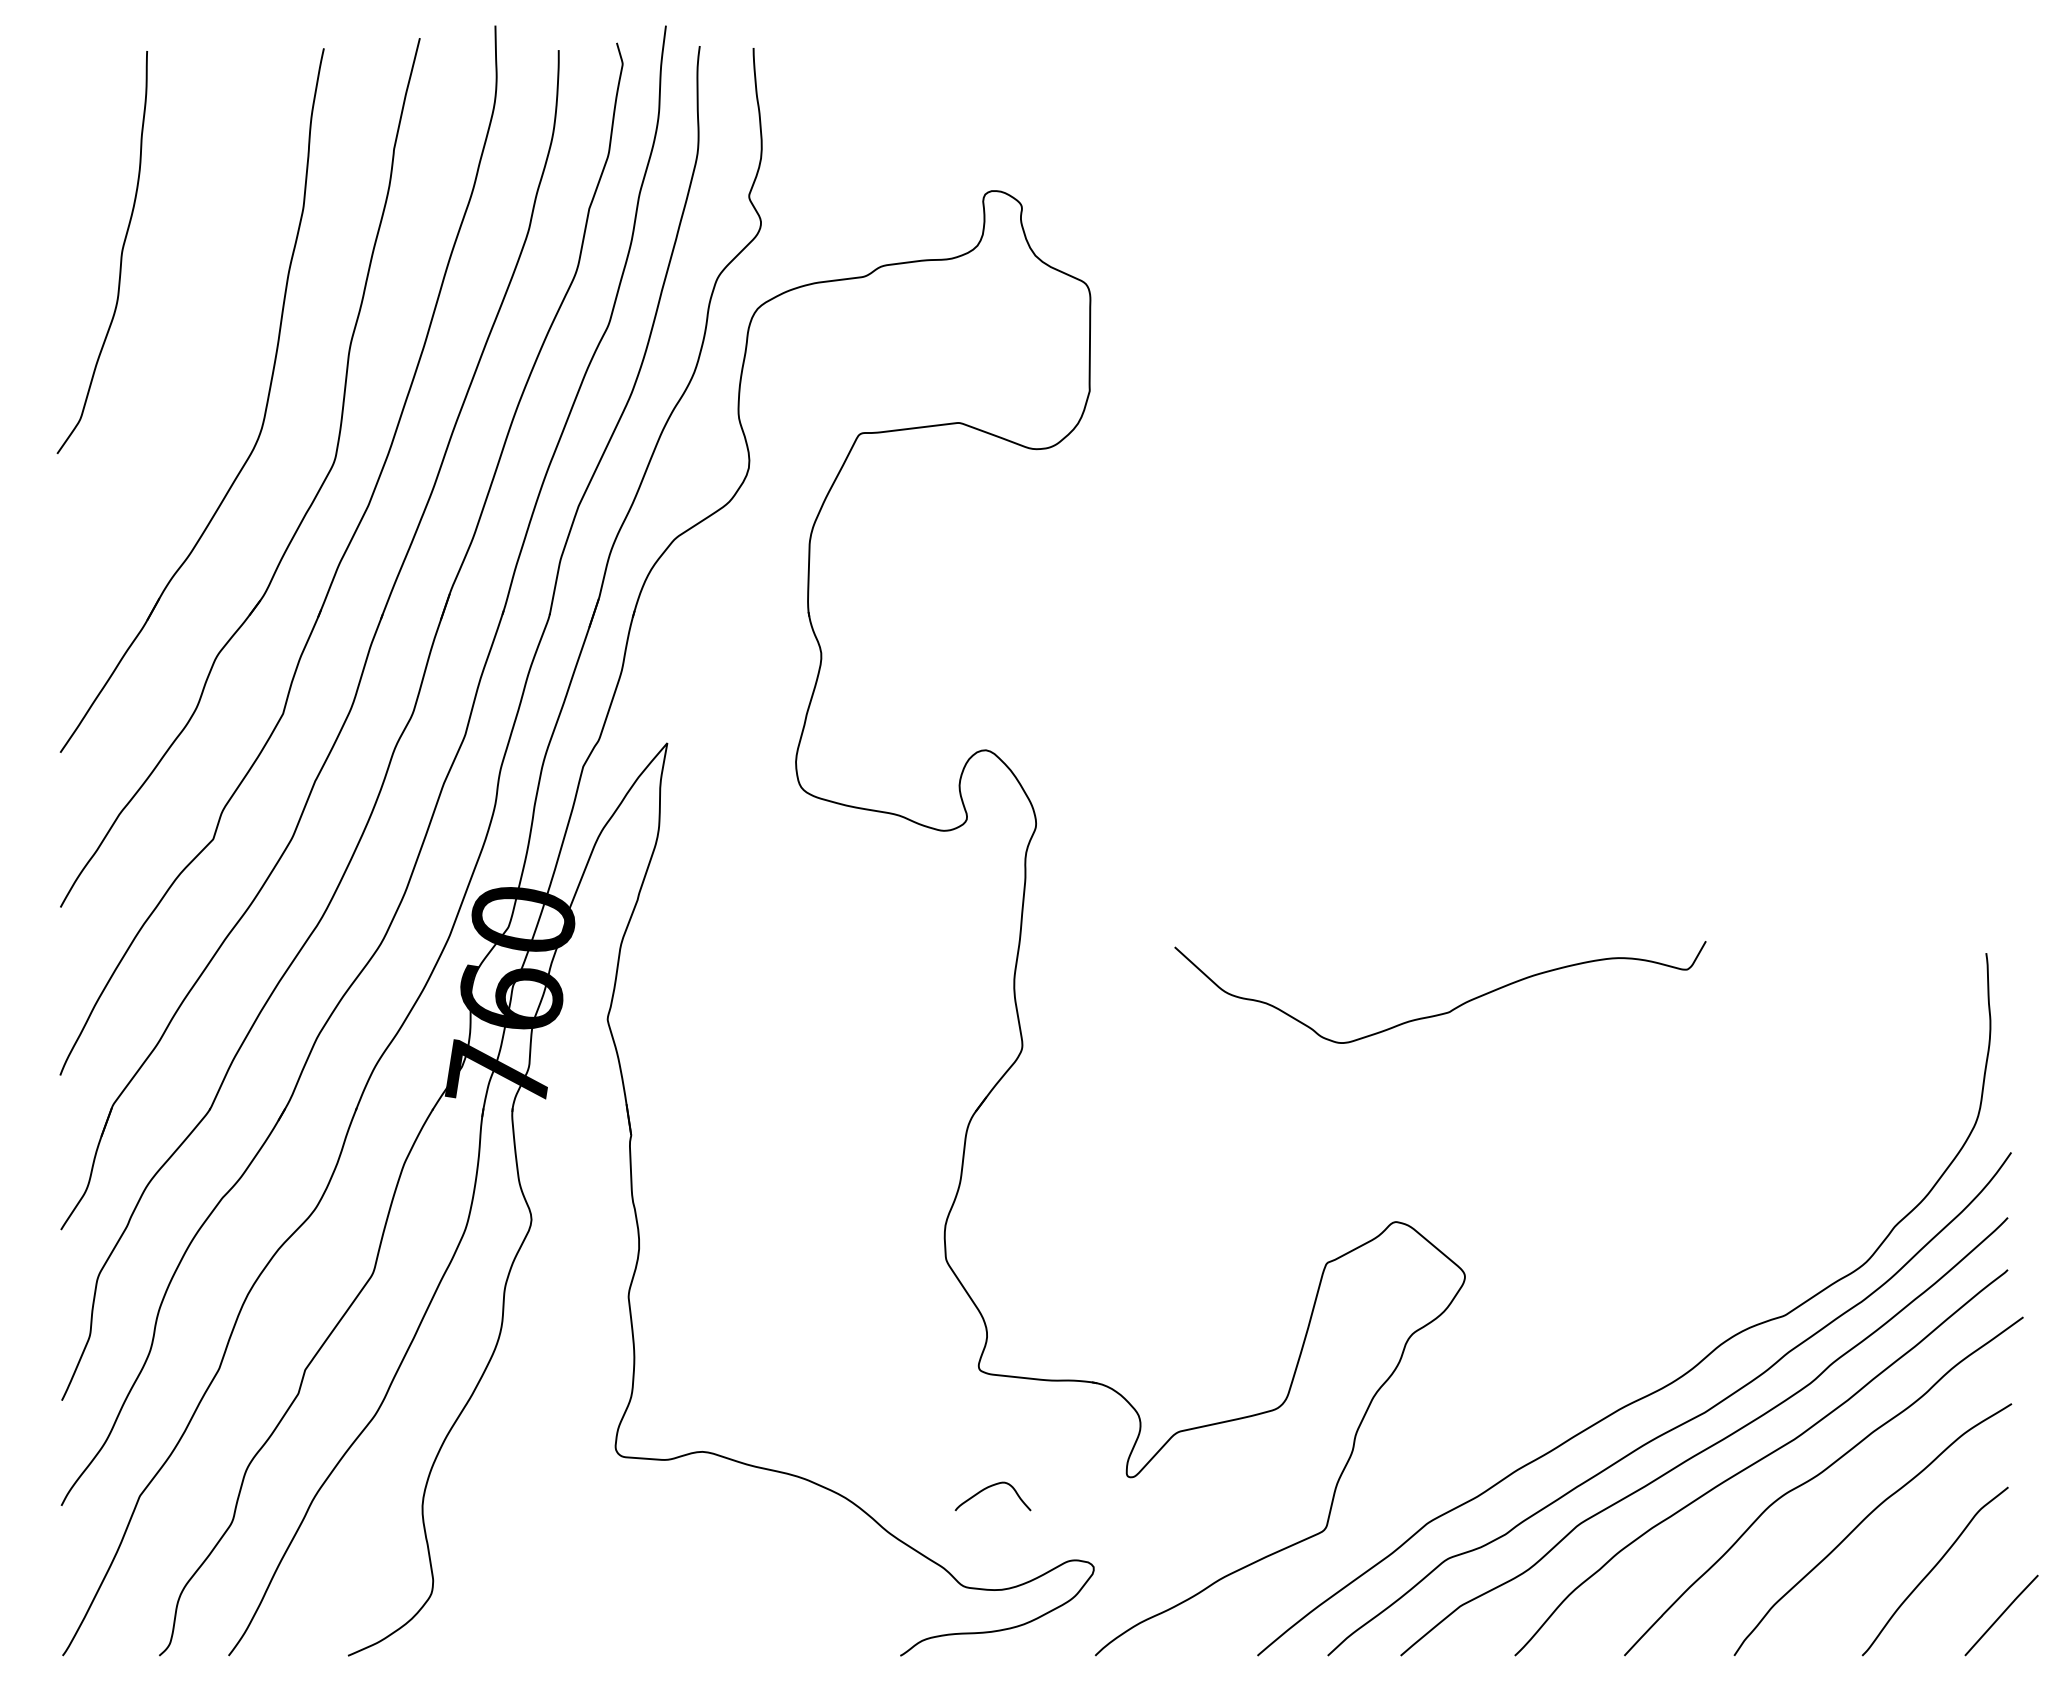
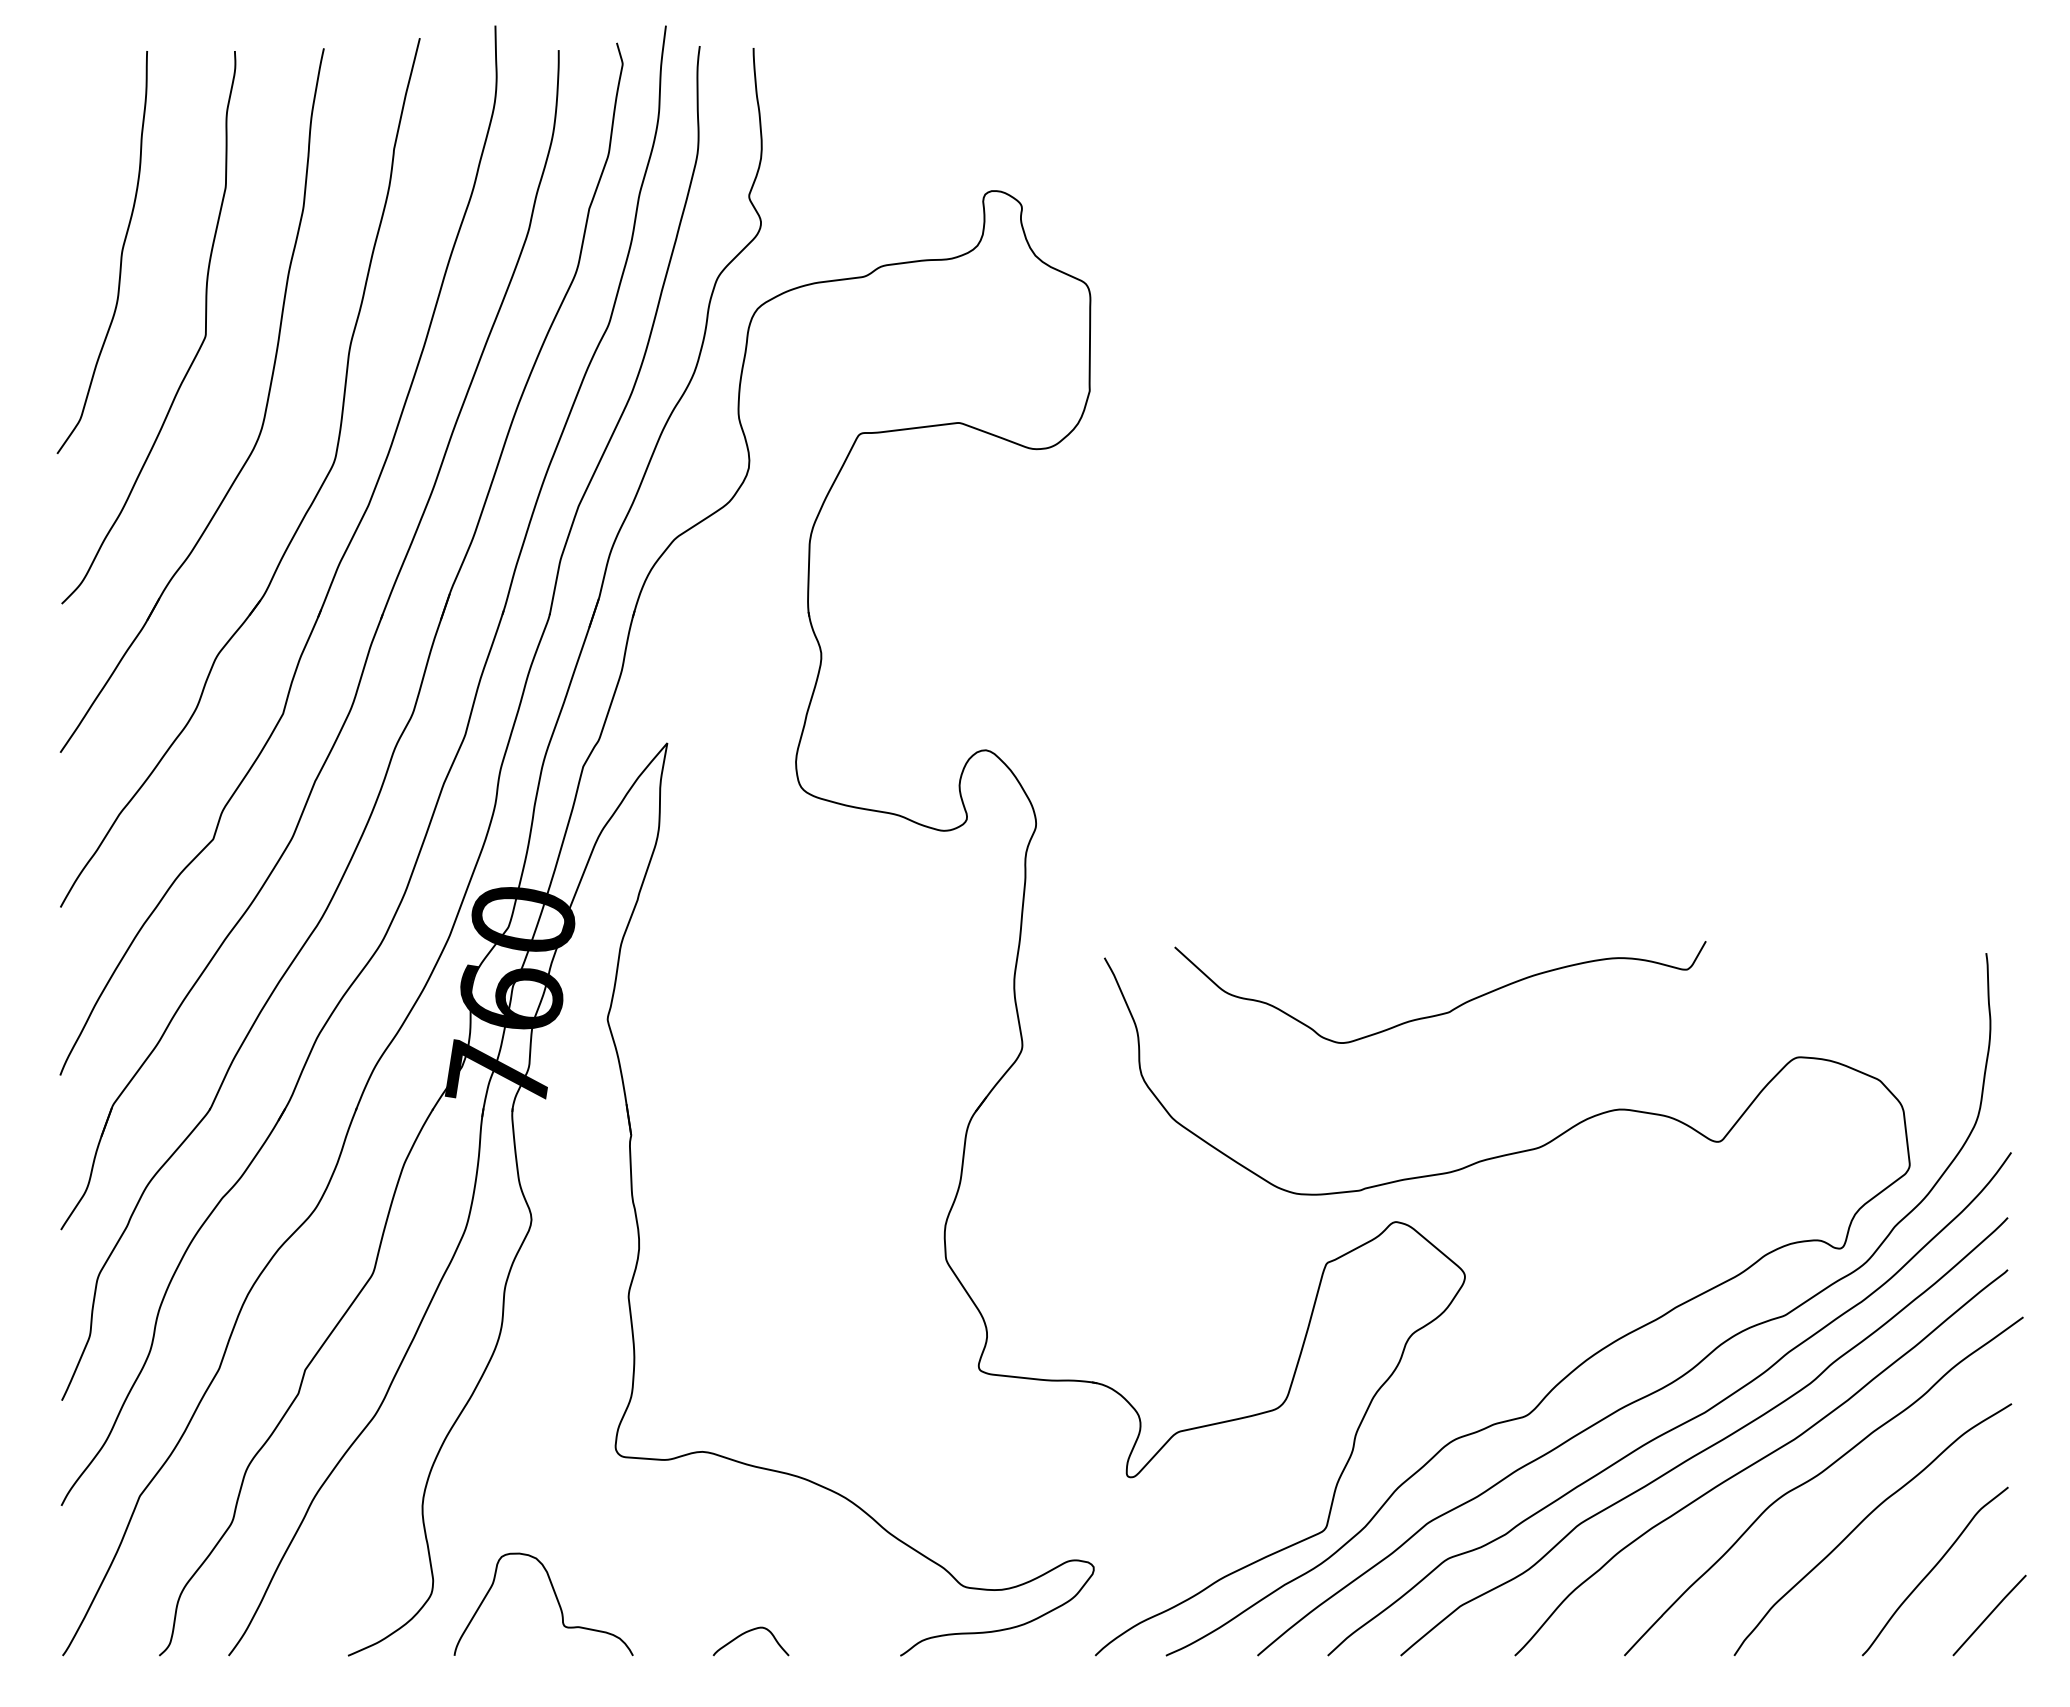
curve at (196, 352): none -> present
curve at (1569, 1372): none -> present
curve at (988, 1488) position: (988, 1488) -> (746, 1633)
curve at (556, 1600): none -> present
line at (2001, 1615) position: (2001, 1615) -> (1989, 1615)
